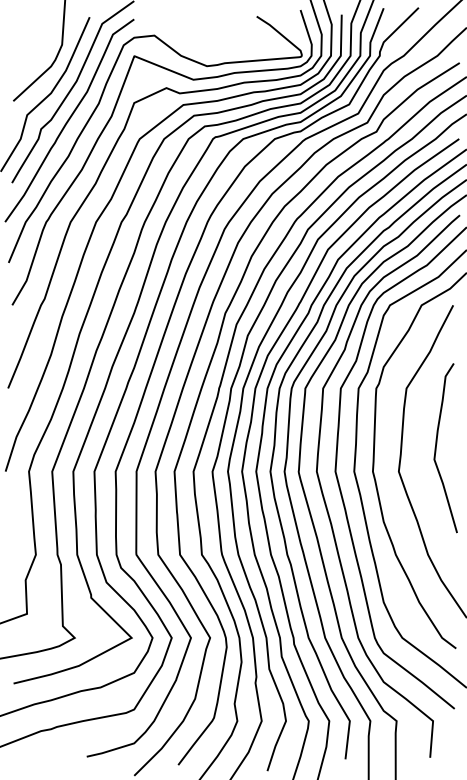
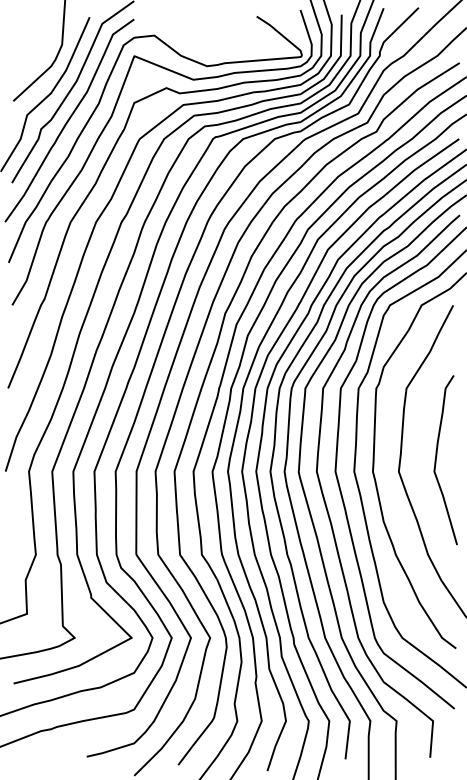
curve at (437, 444) position: (437, 444) -> (437, 456)
